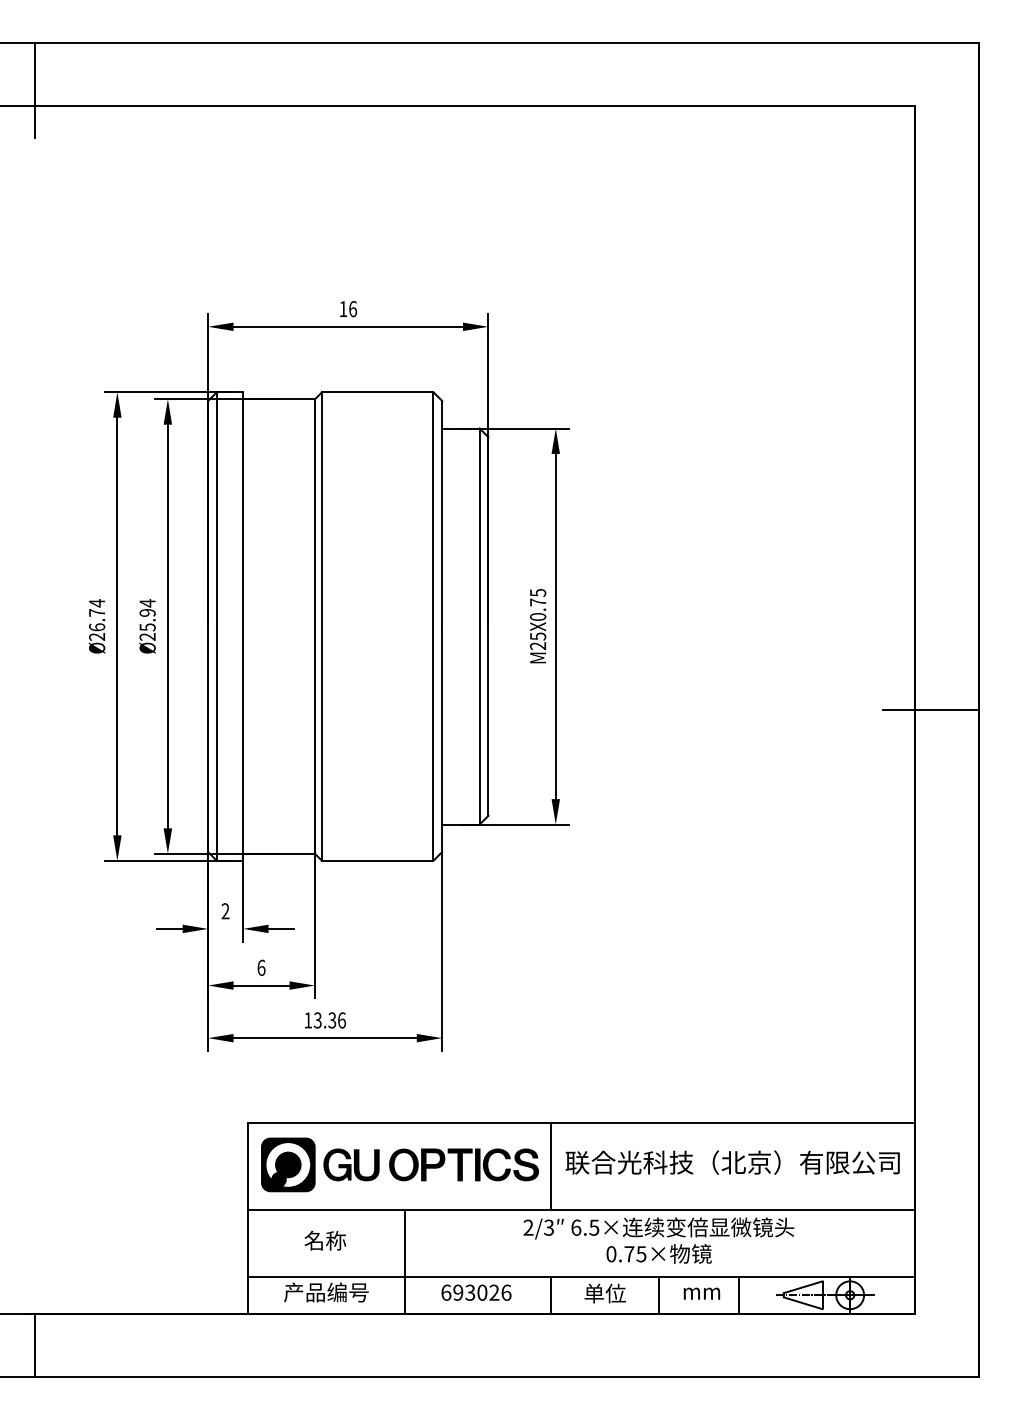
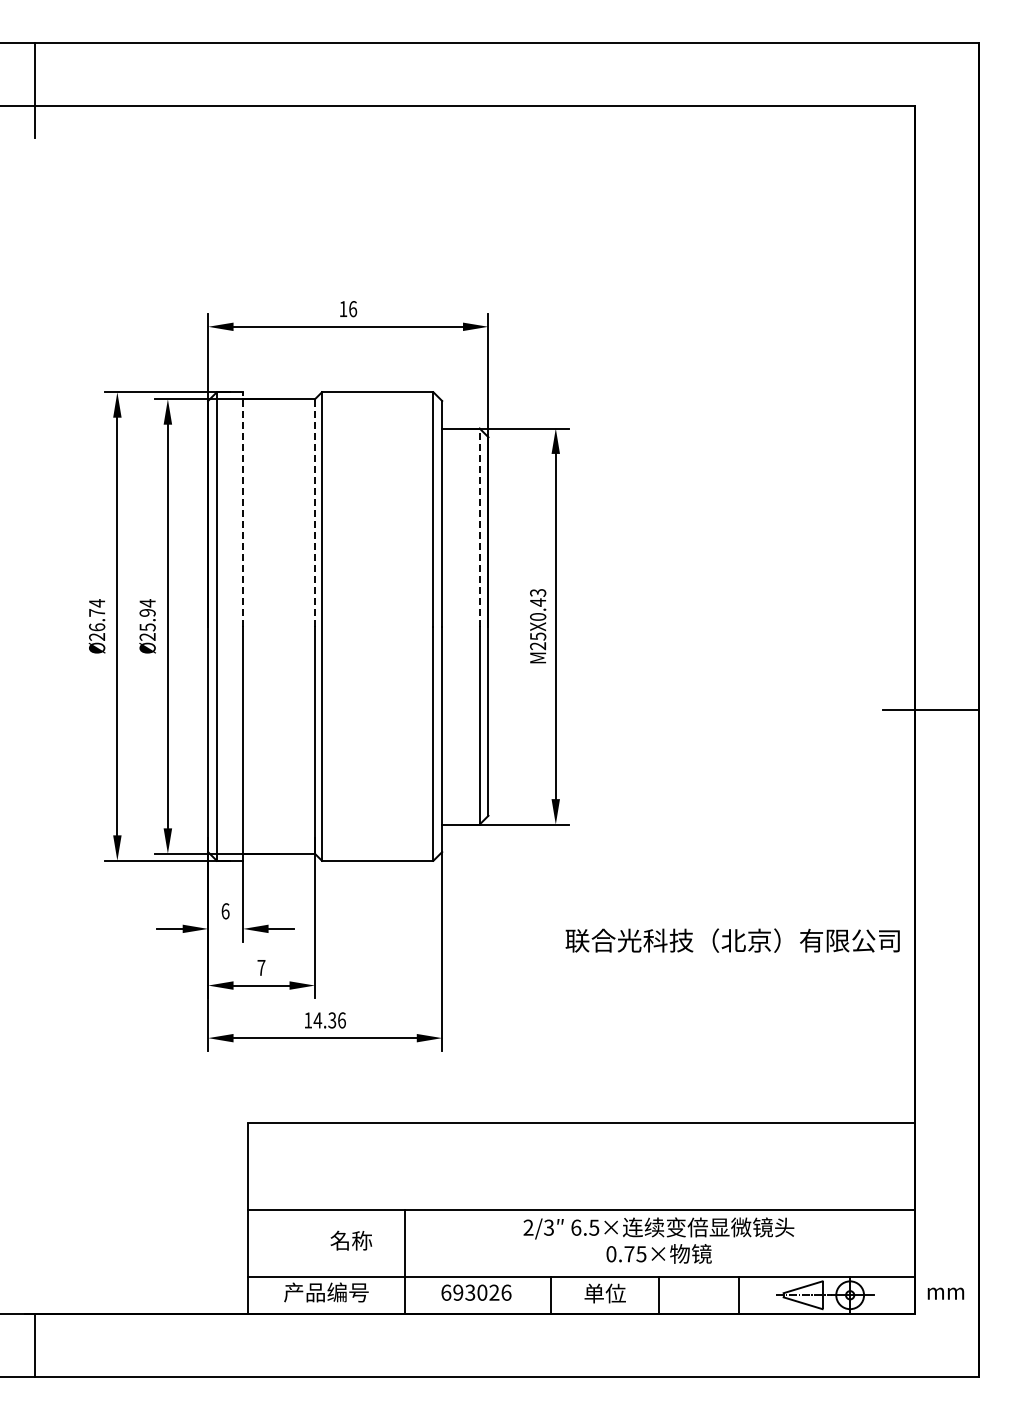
line at (243, 508): solid -> dashed
line at (314, 512): solid -> dashed
line at (479, 527): solid -> dashed
text at (538, 597): M25X0.75 -> M25X0.43
text at (225, 911): 2 -> 6
text at (261, 967): 6 -> 7
text at (317, 1020): 13.36 -> 14.36
text at (732, 1162) position: (732, 1162) -> (732, 940)
part at (399, 1164): present -> none
line at (550, 1166): present -> none
text at (325, 1240) position: (325, 1240) -> (351, 1240)
text at (701, 1293) position: (701, 1293) -> (945, 1293)
